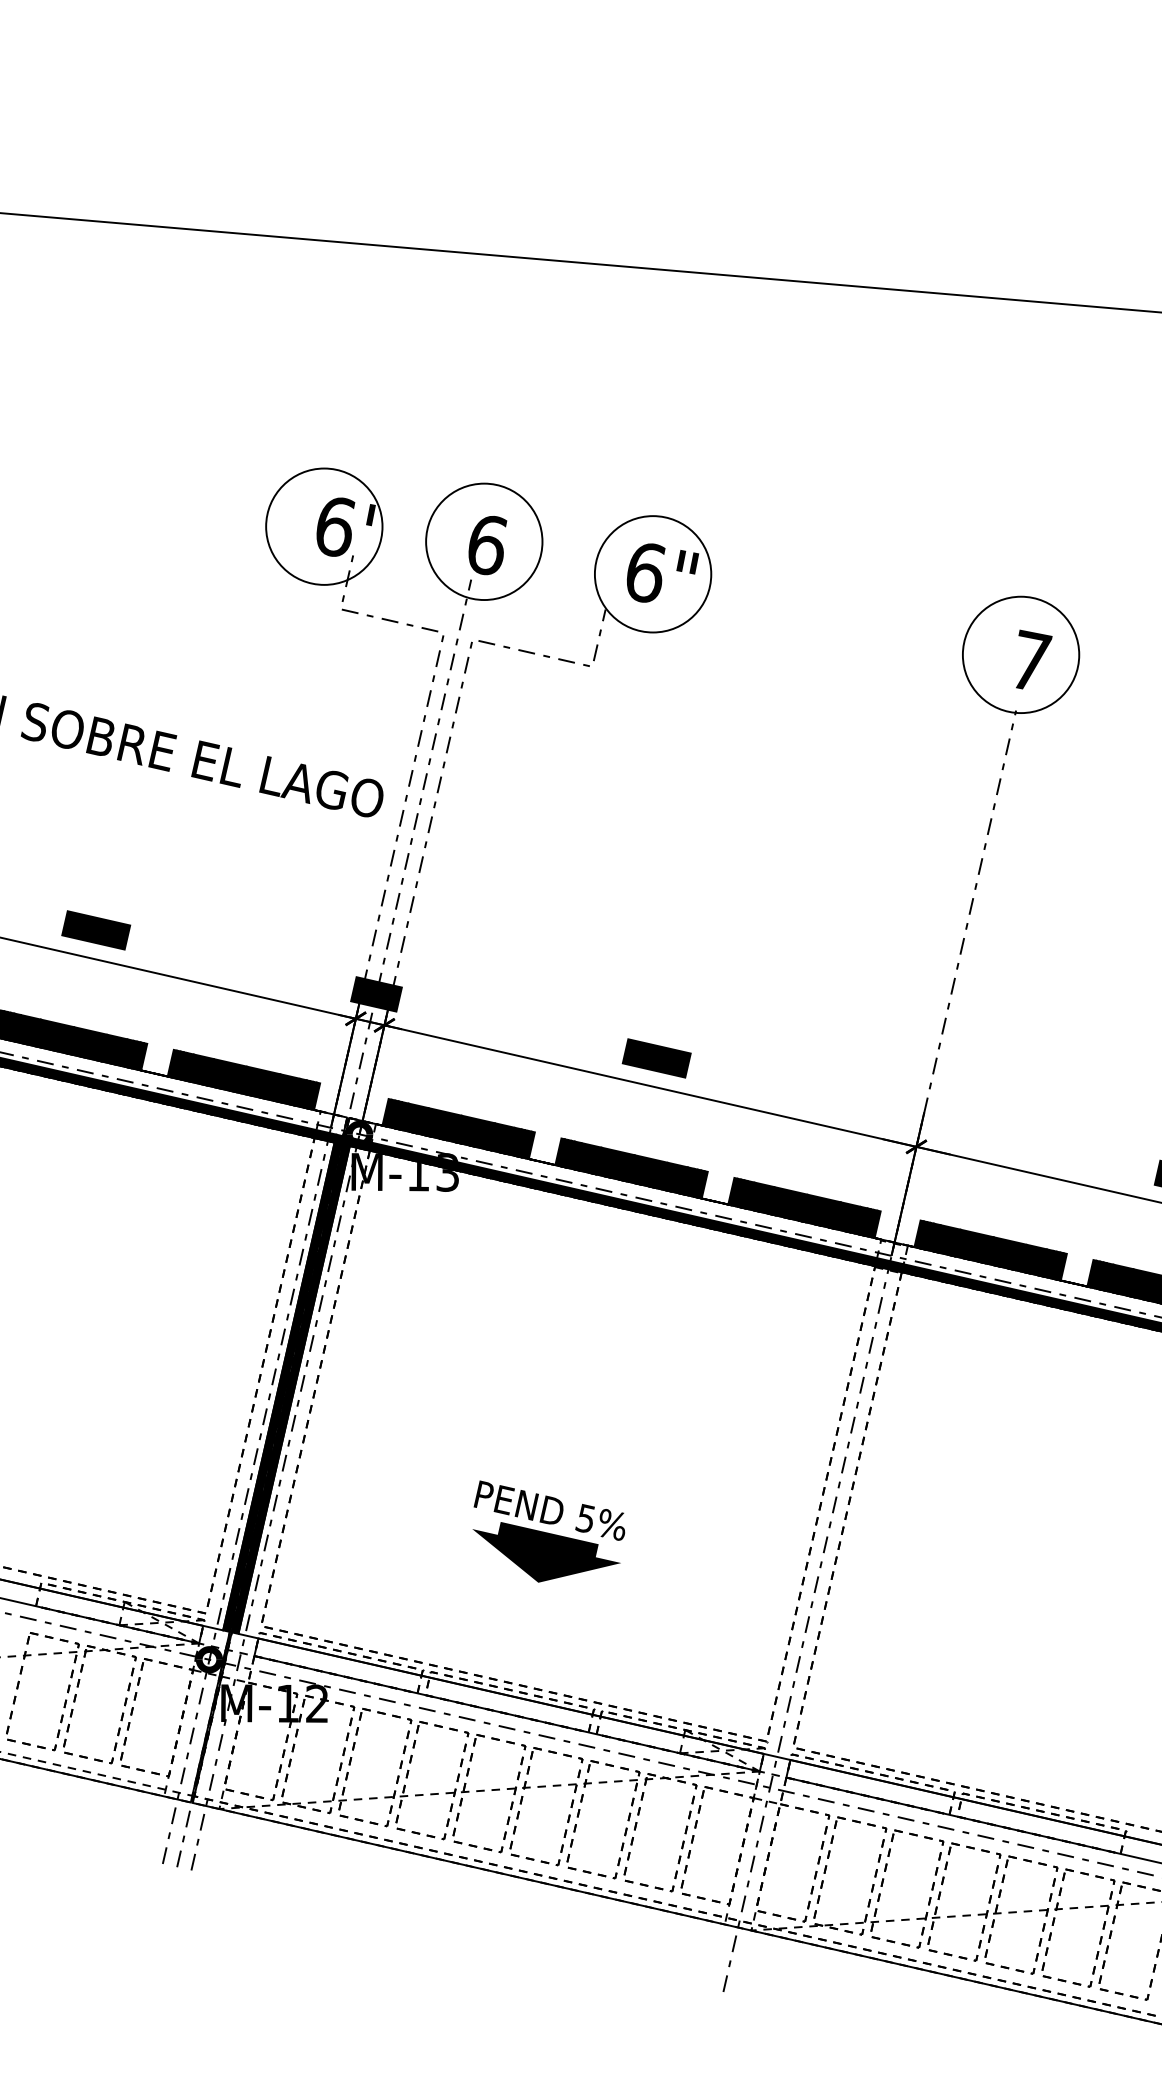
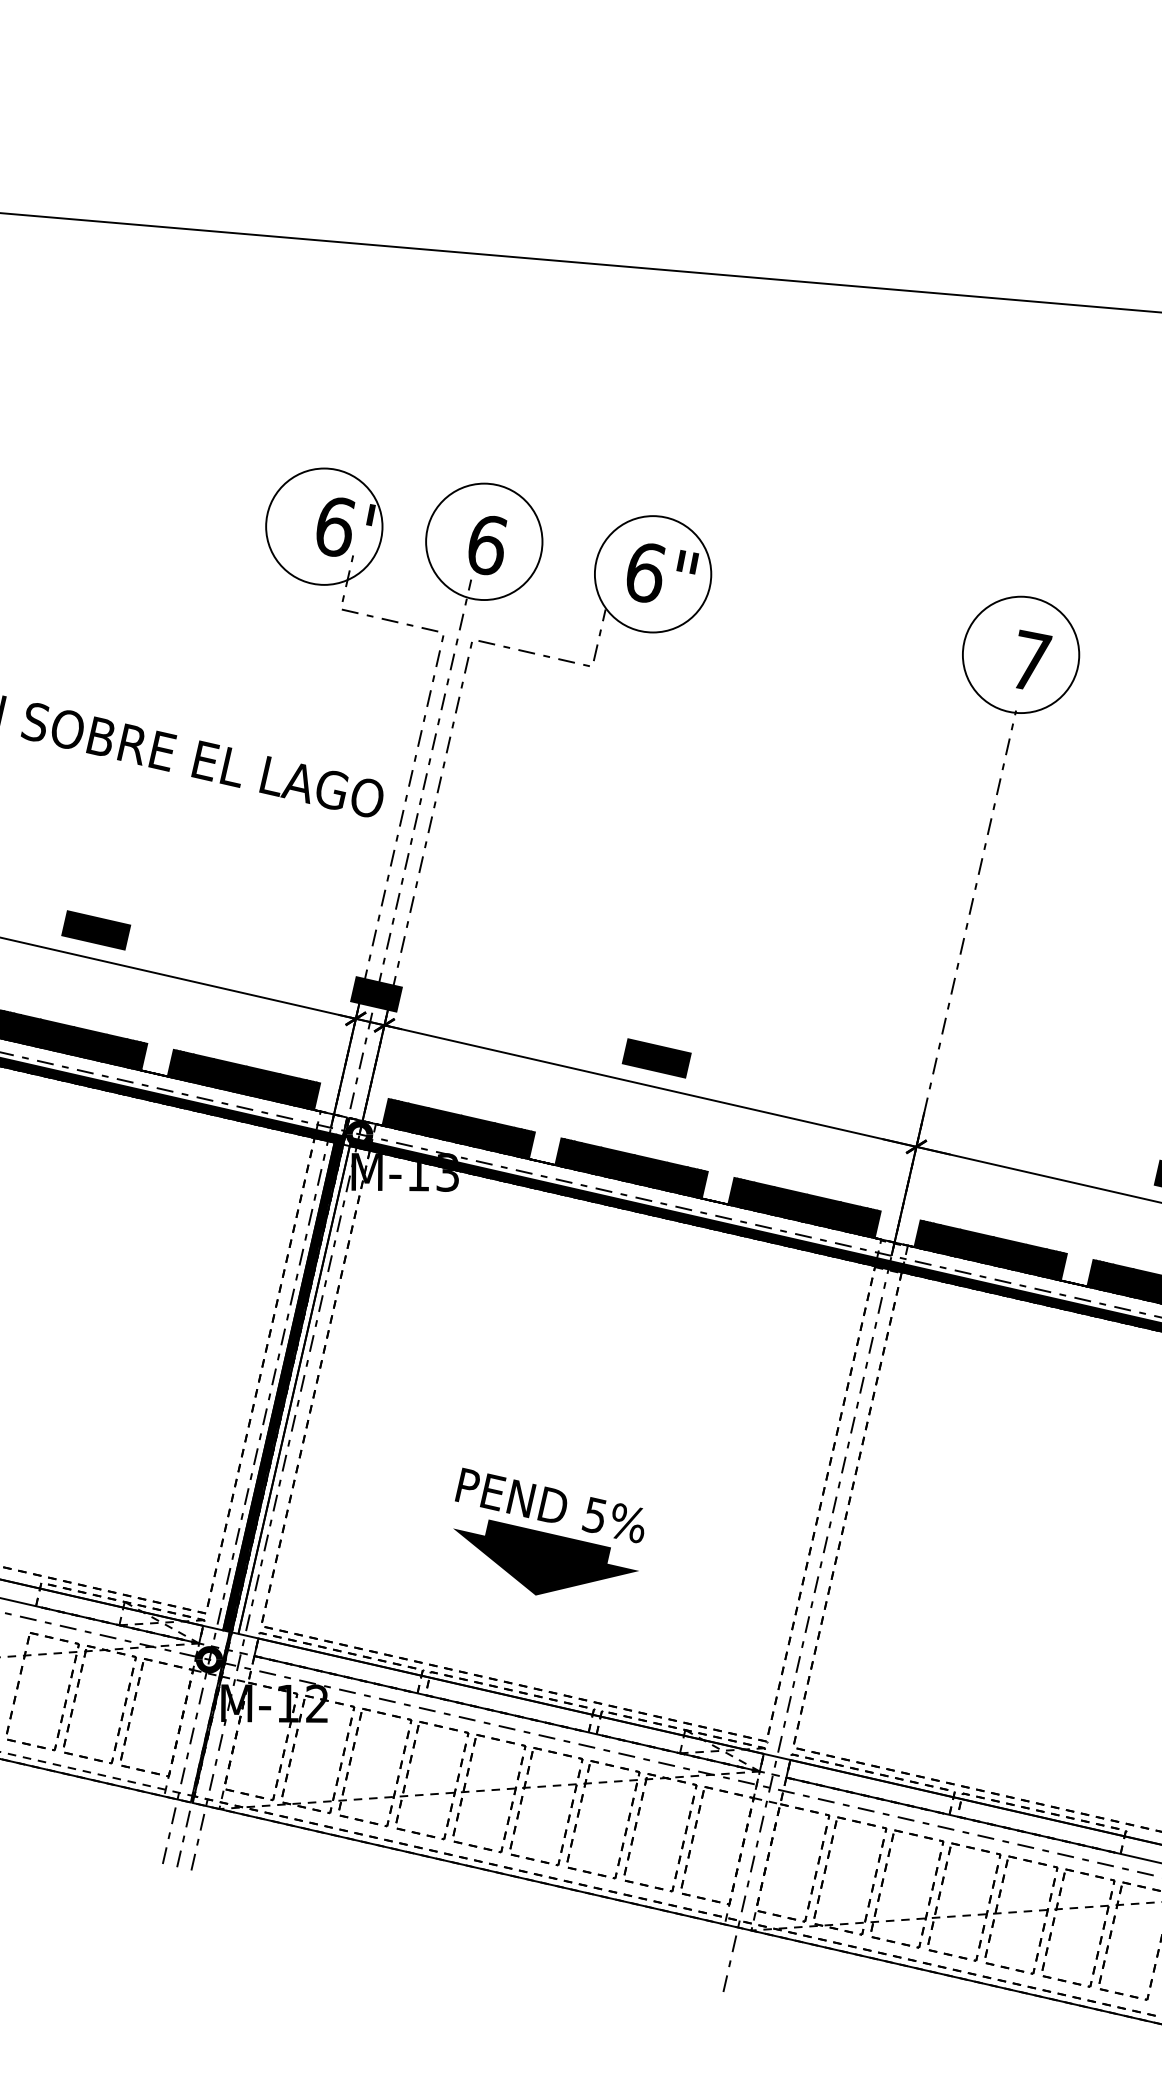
fill at (291, 1384): present -> none
part at (548, 1531) size: 154x103 px -> 192x129 px
